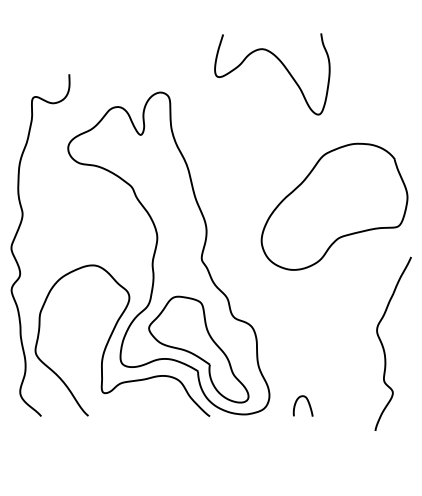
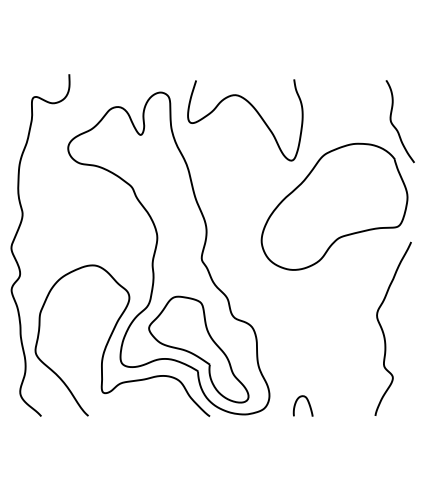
curve at (282, 65) position: (282, 65) -> (255, 111)
curve at (394, 125): none -> present
curve at (384, 347) position: (384, 347) -> (384, 332)
